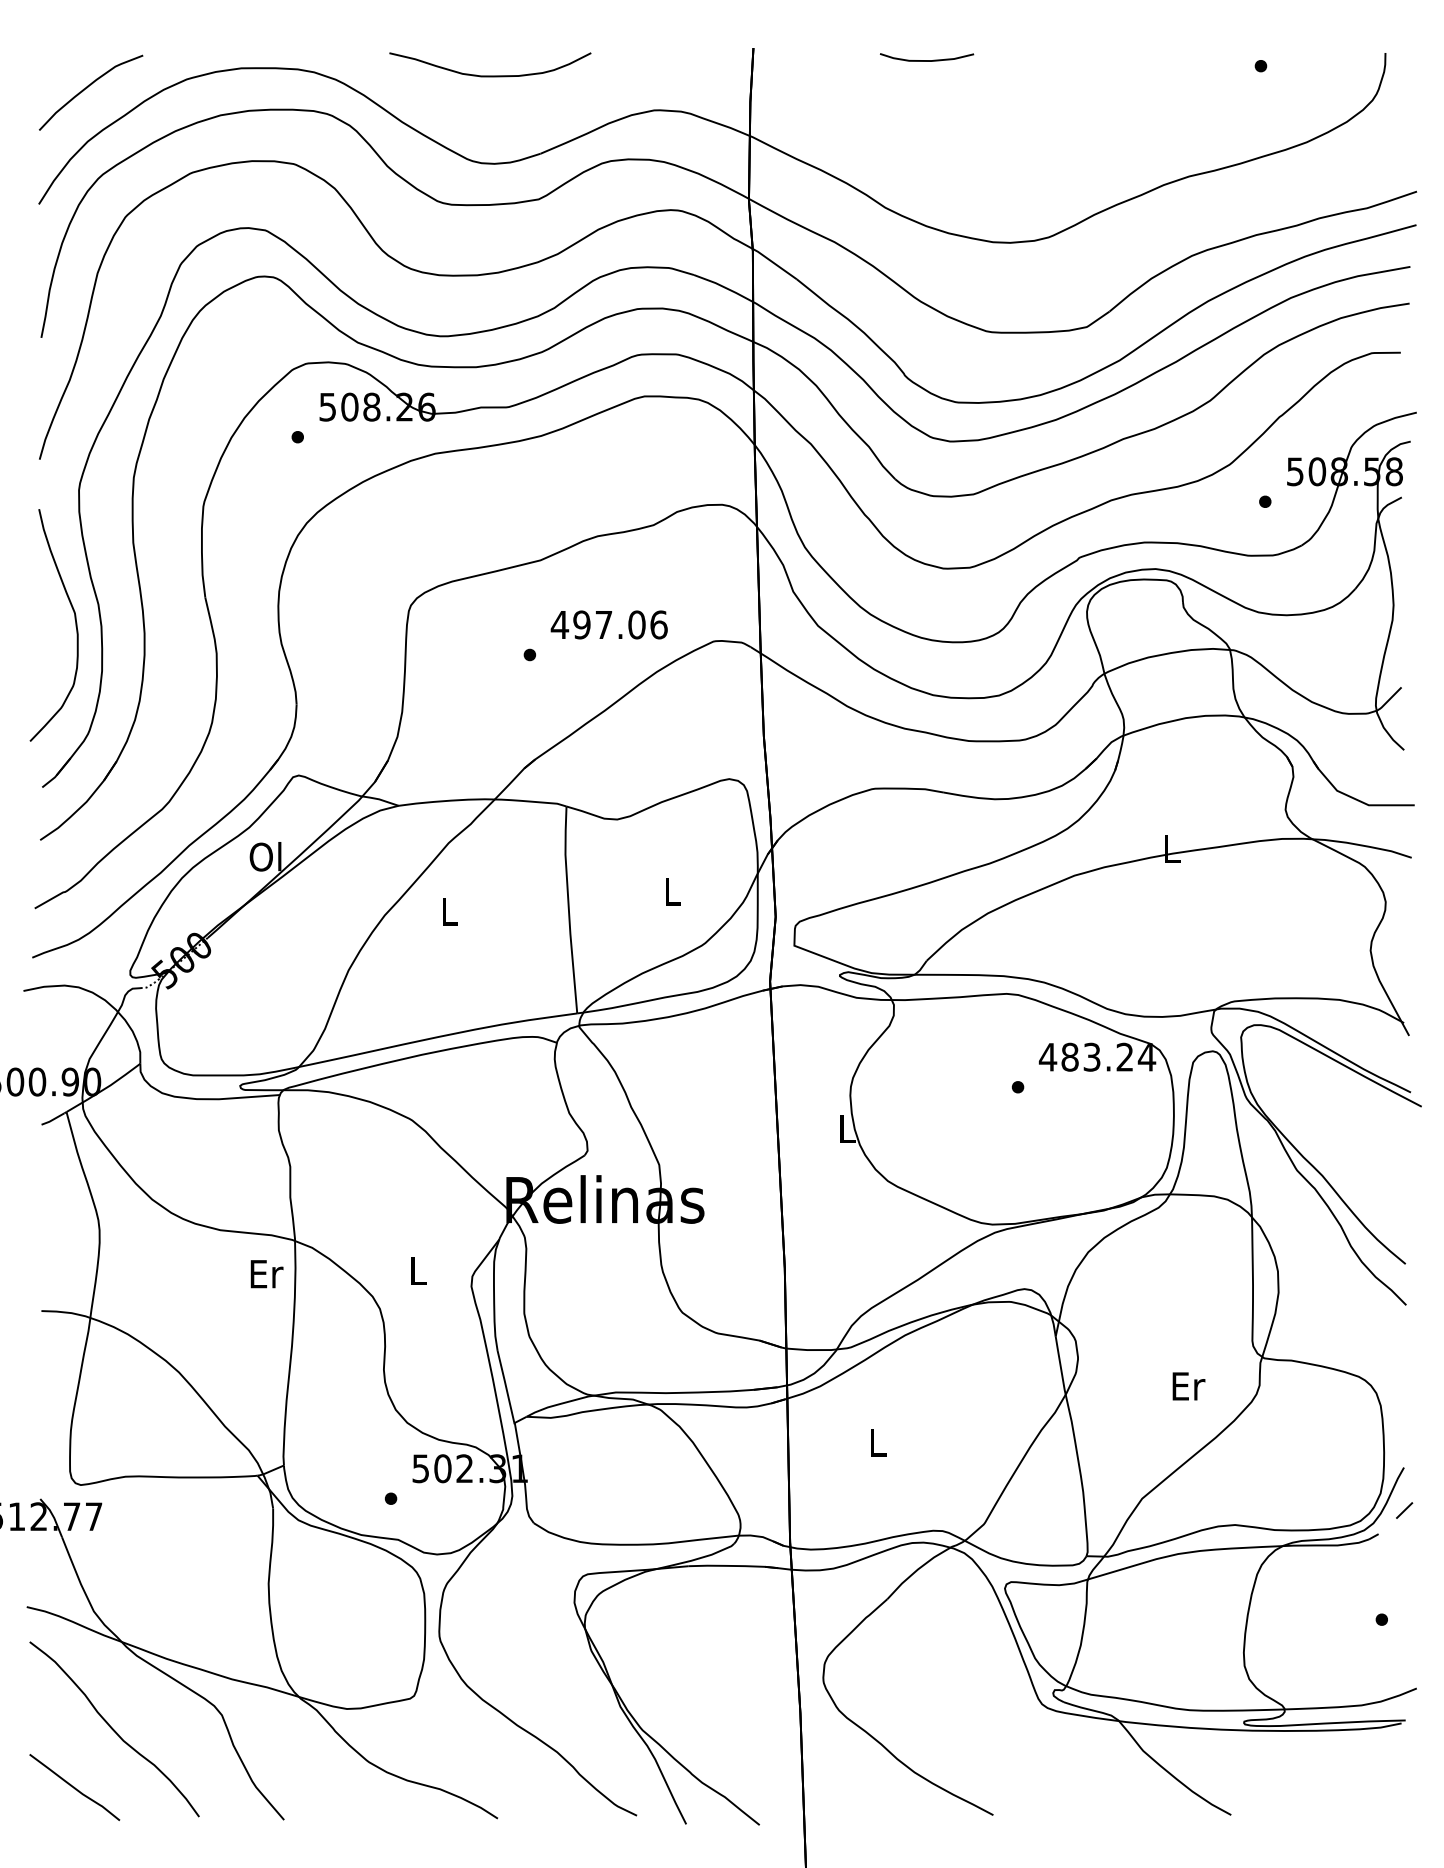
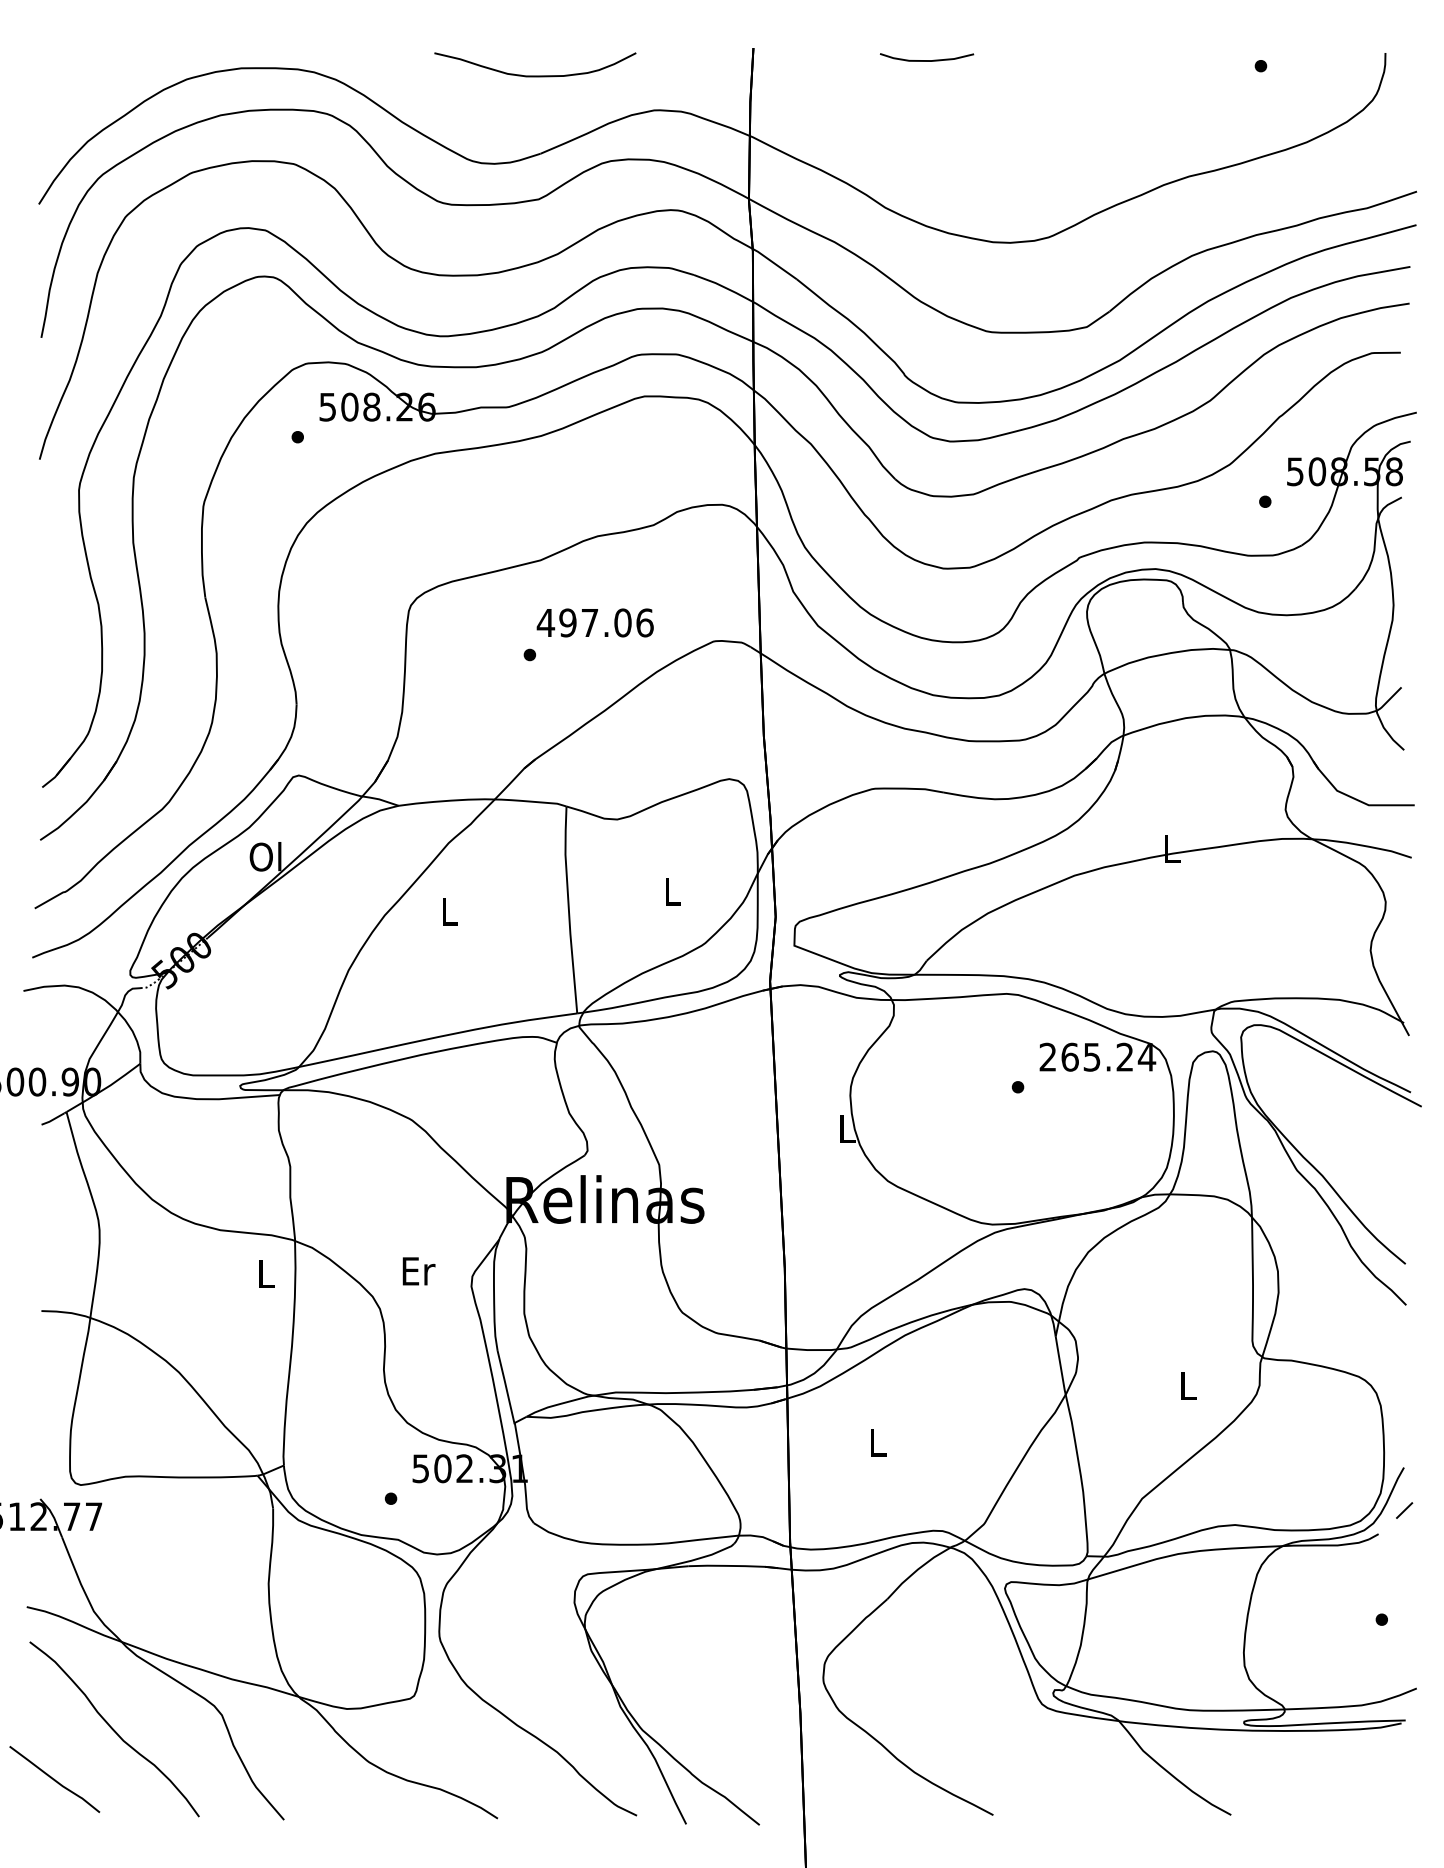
curve at (490, 75) position: (490, 75) -> (535, 75)
curve at (87, 88): present -> none
curve at (74, 619): present -> none
text at (608, 624) position: (608, 624) -> (594, 622)
text at (1069, 1056): 483.24 -> 265.24
text at (418, 1271): L -> Er
text at (266, 1274): Er -> L
text at (1188, 1386): Er -> L
curve at (74, 1787) position: (74, 1787) -> (54, 1779)
